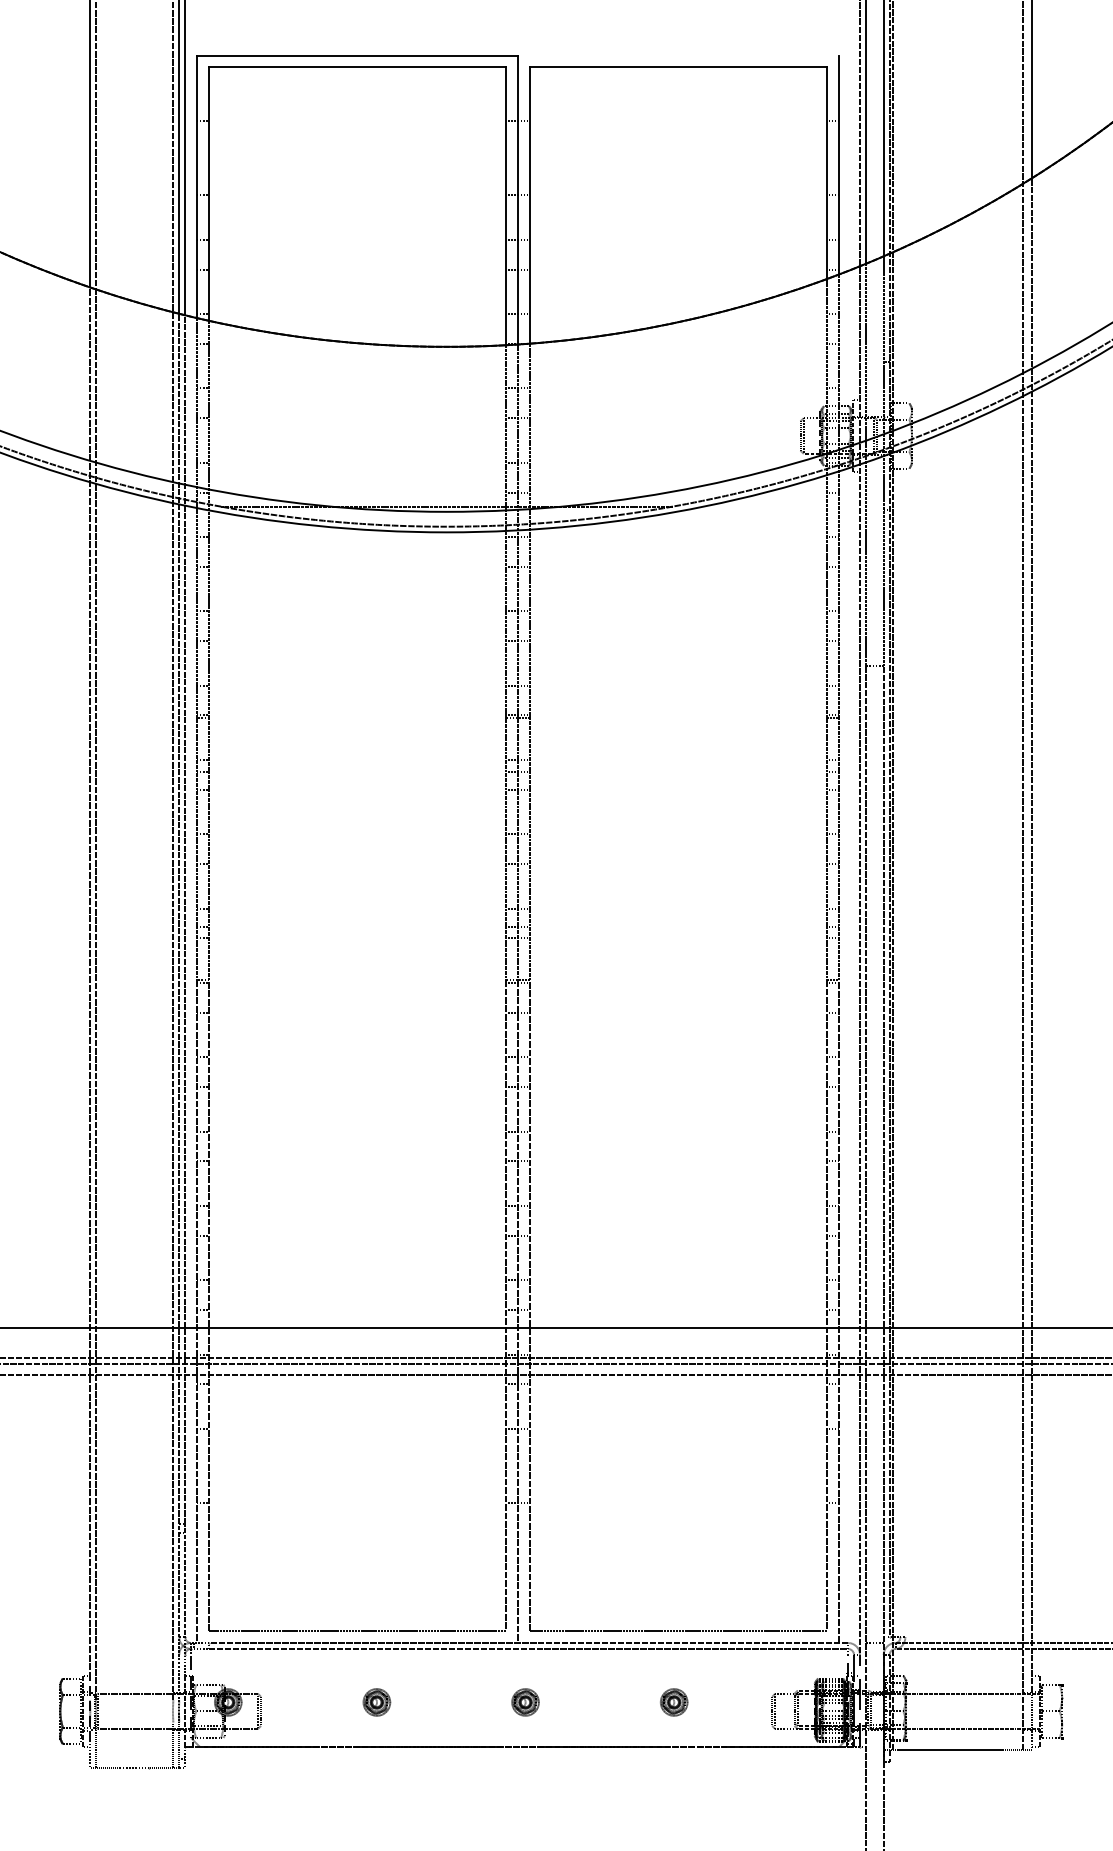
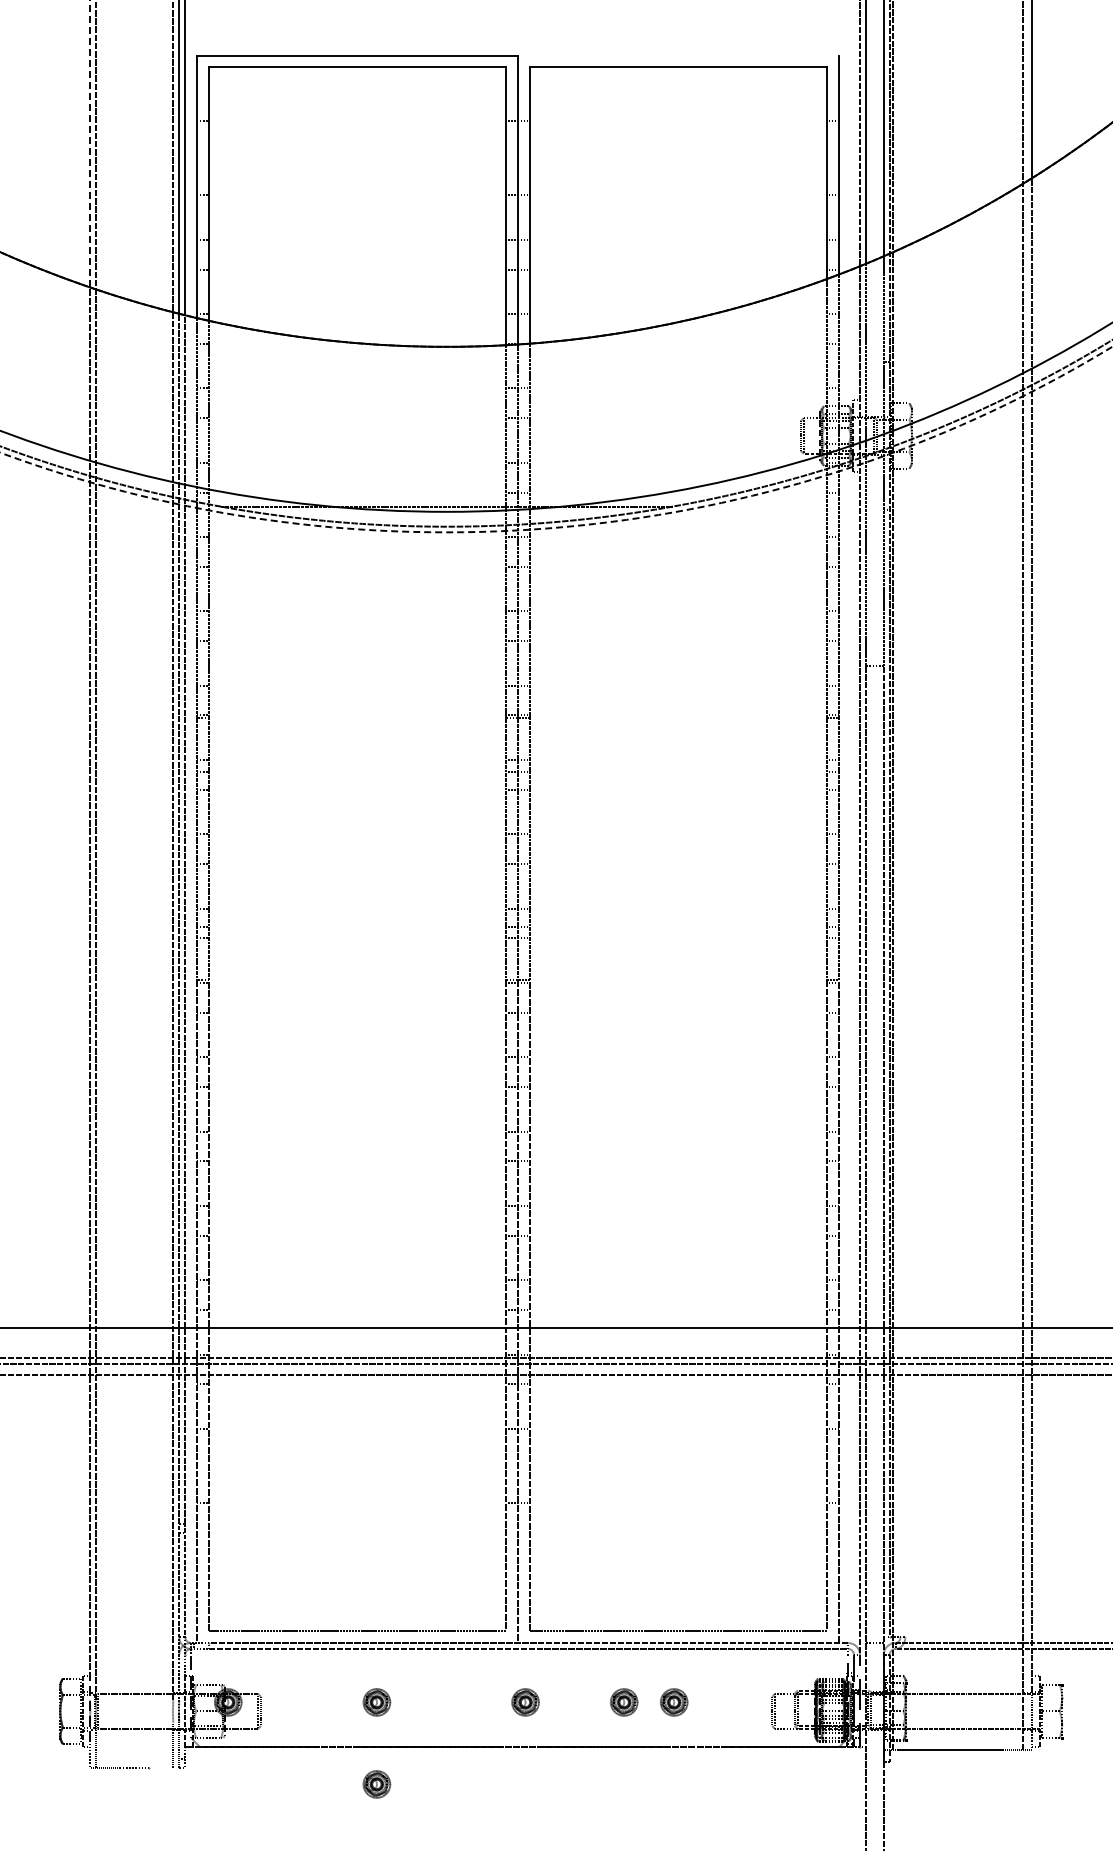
line at (90, 143): solid -> dashed
circle at (556, 439): solid -> dashed
part at (624, 1702): none -> present
line at (164, 1767): present -> none
part at (376, 1784): none -> present
